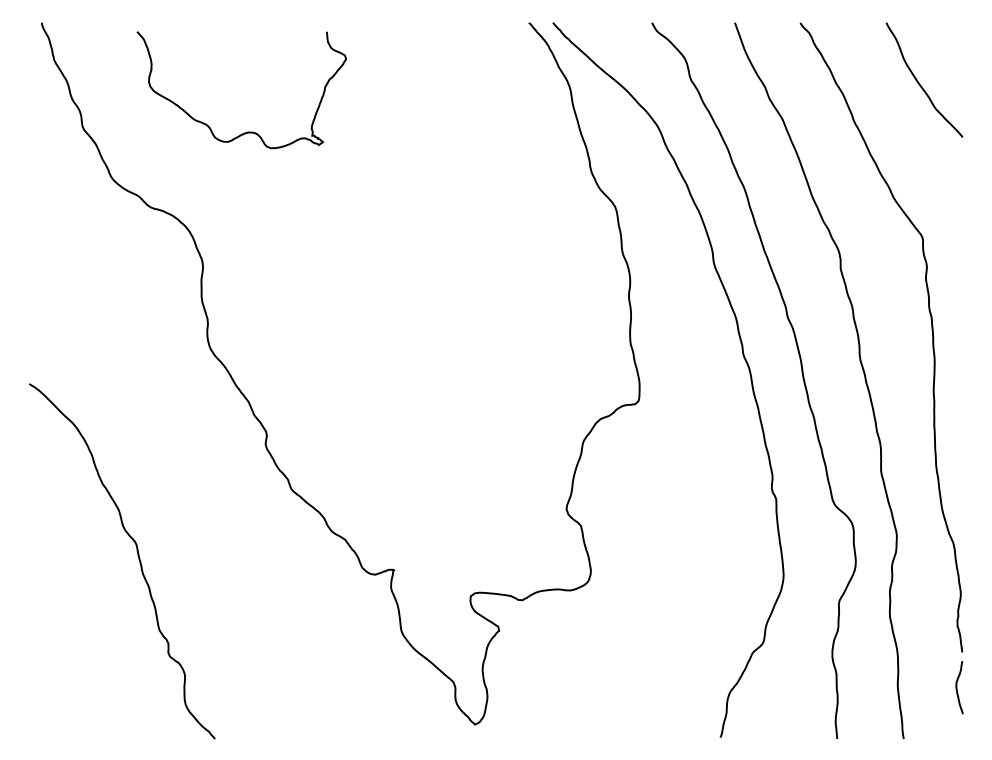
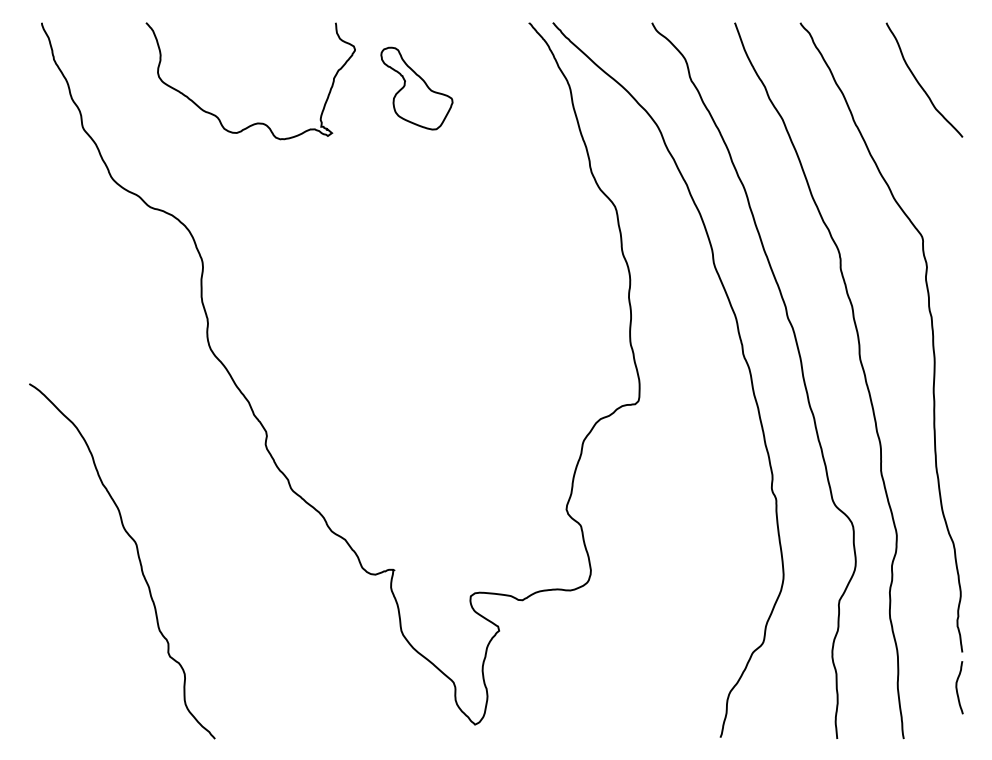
part at (416, 88): none -> present
curve at (247, 131) position: (247, 131) -> (256, 122)
